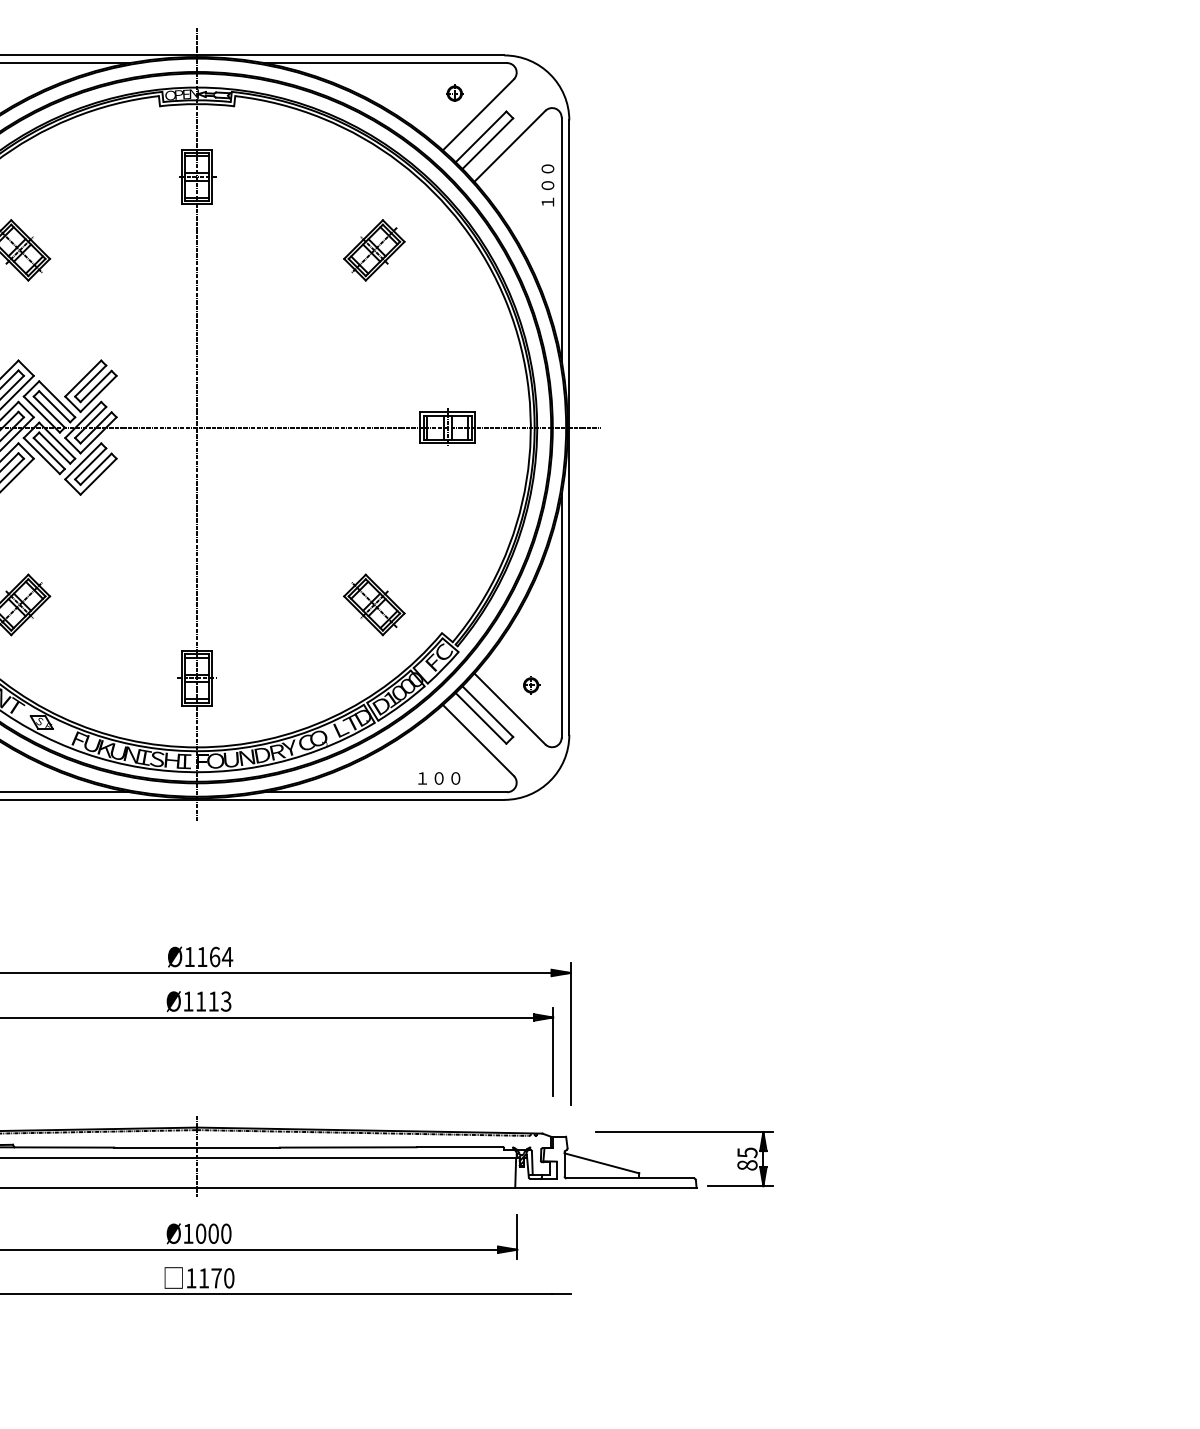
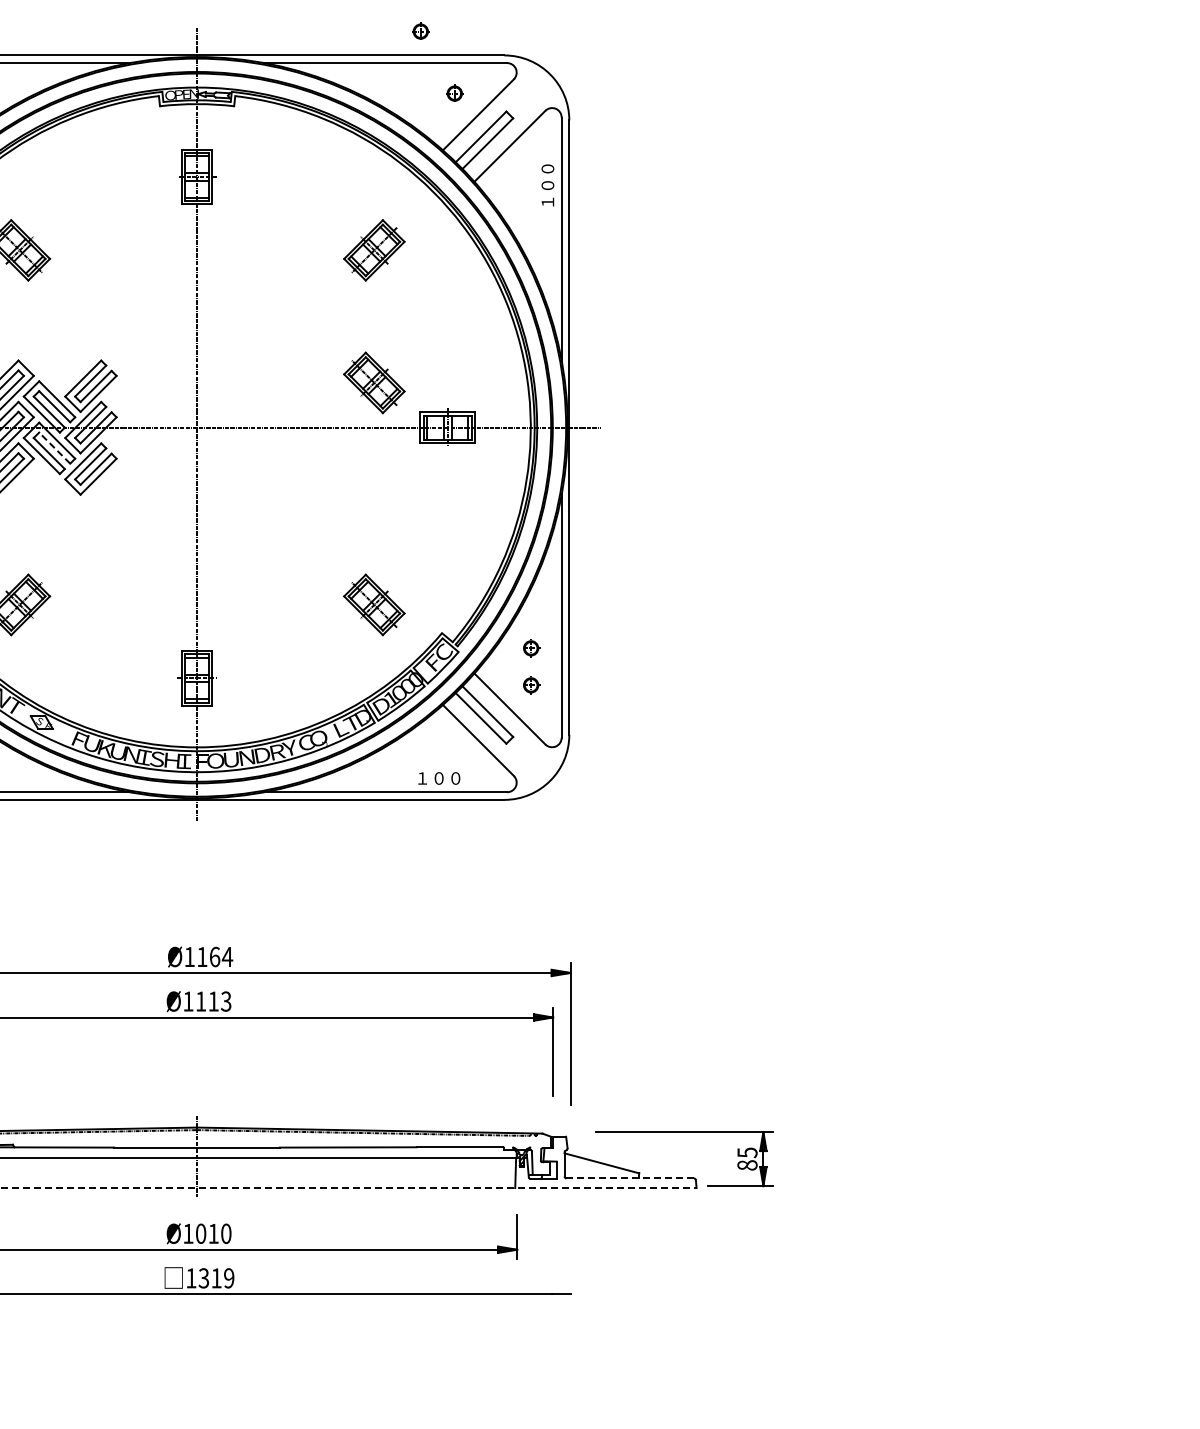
part at (420, 30): none -> present
part at (374, 382): none -> present
line at (54, 448): solid -> dashed
part at (531, 648): none -> present
line at (630, 1178): solid -> dashed
line at (348, 1188): solid -> dashed
text at (213, 1233): Ø1000 -> Ø1010
text at (216, 1278): 1170 -> 1319
